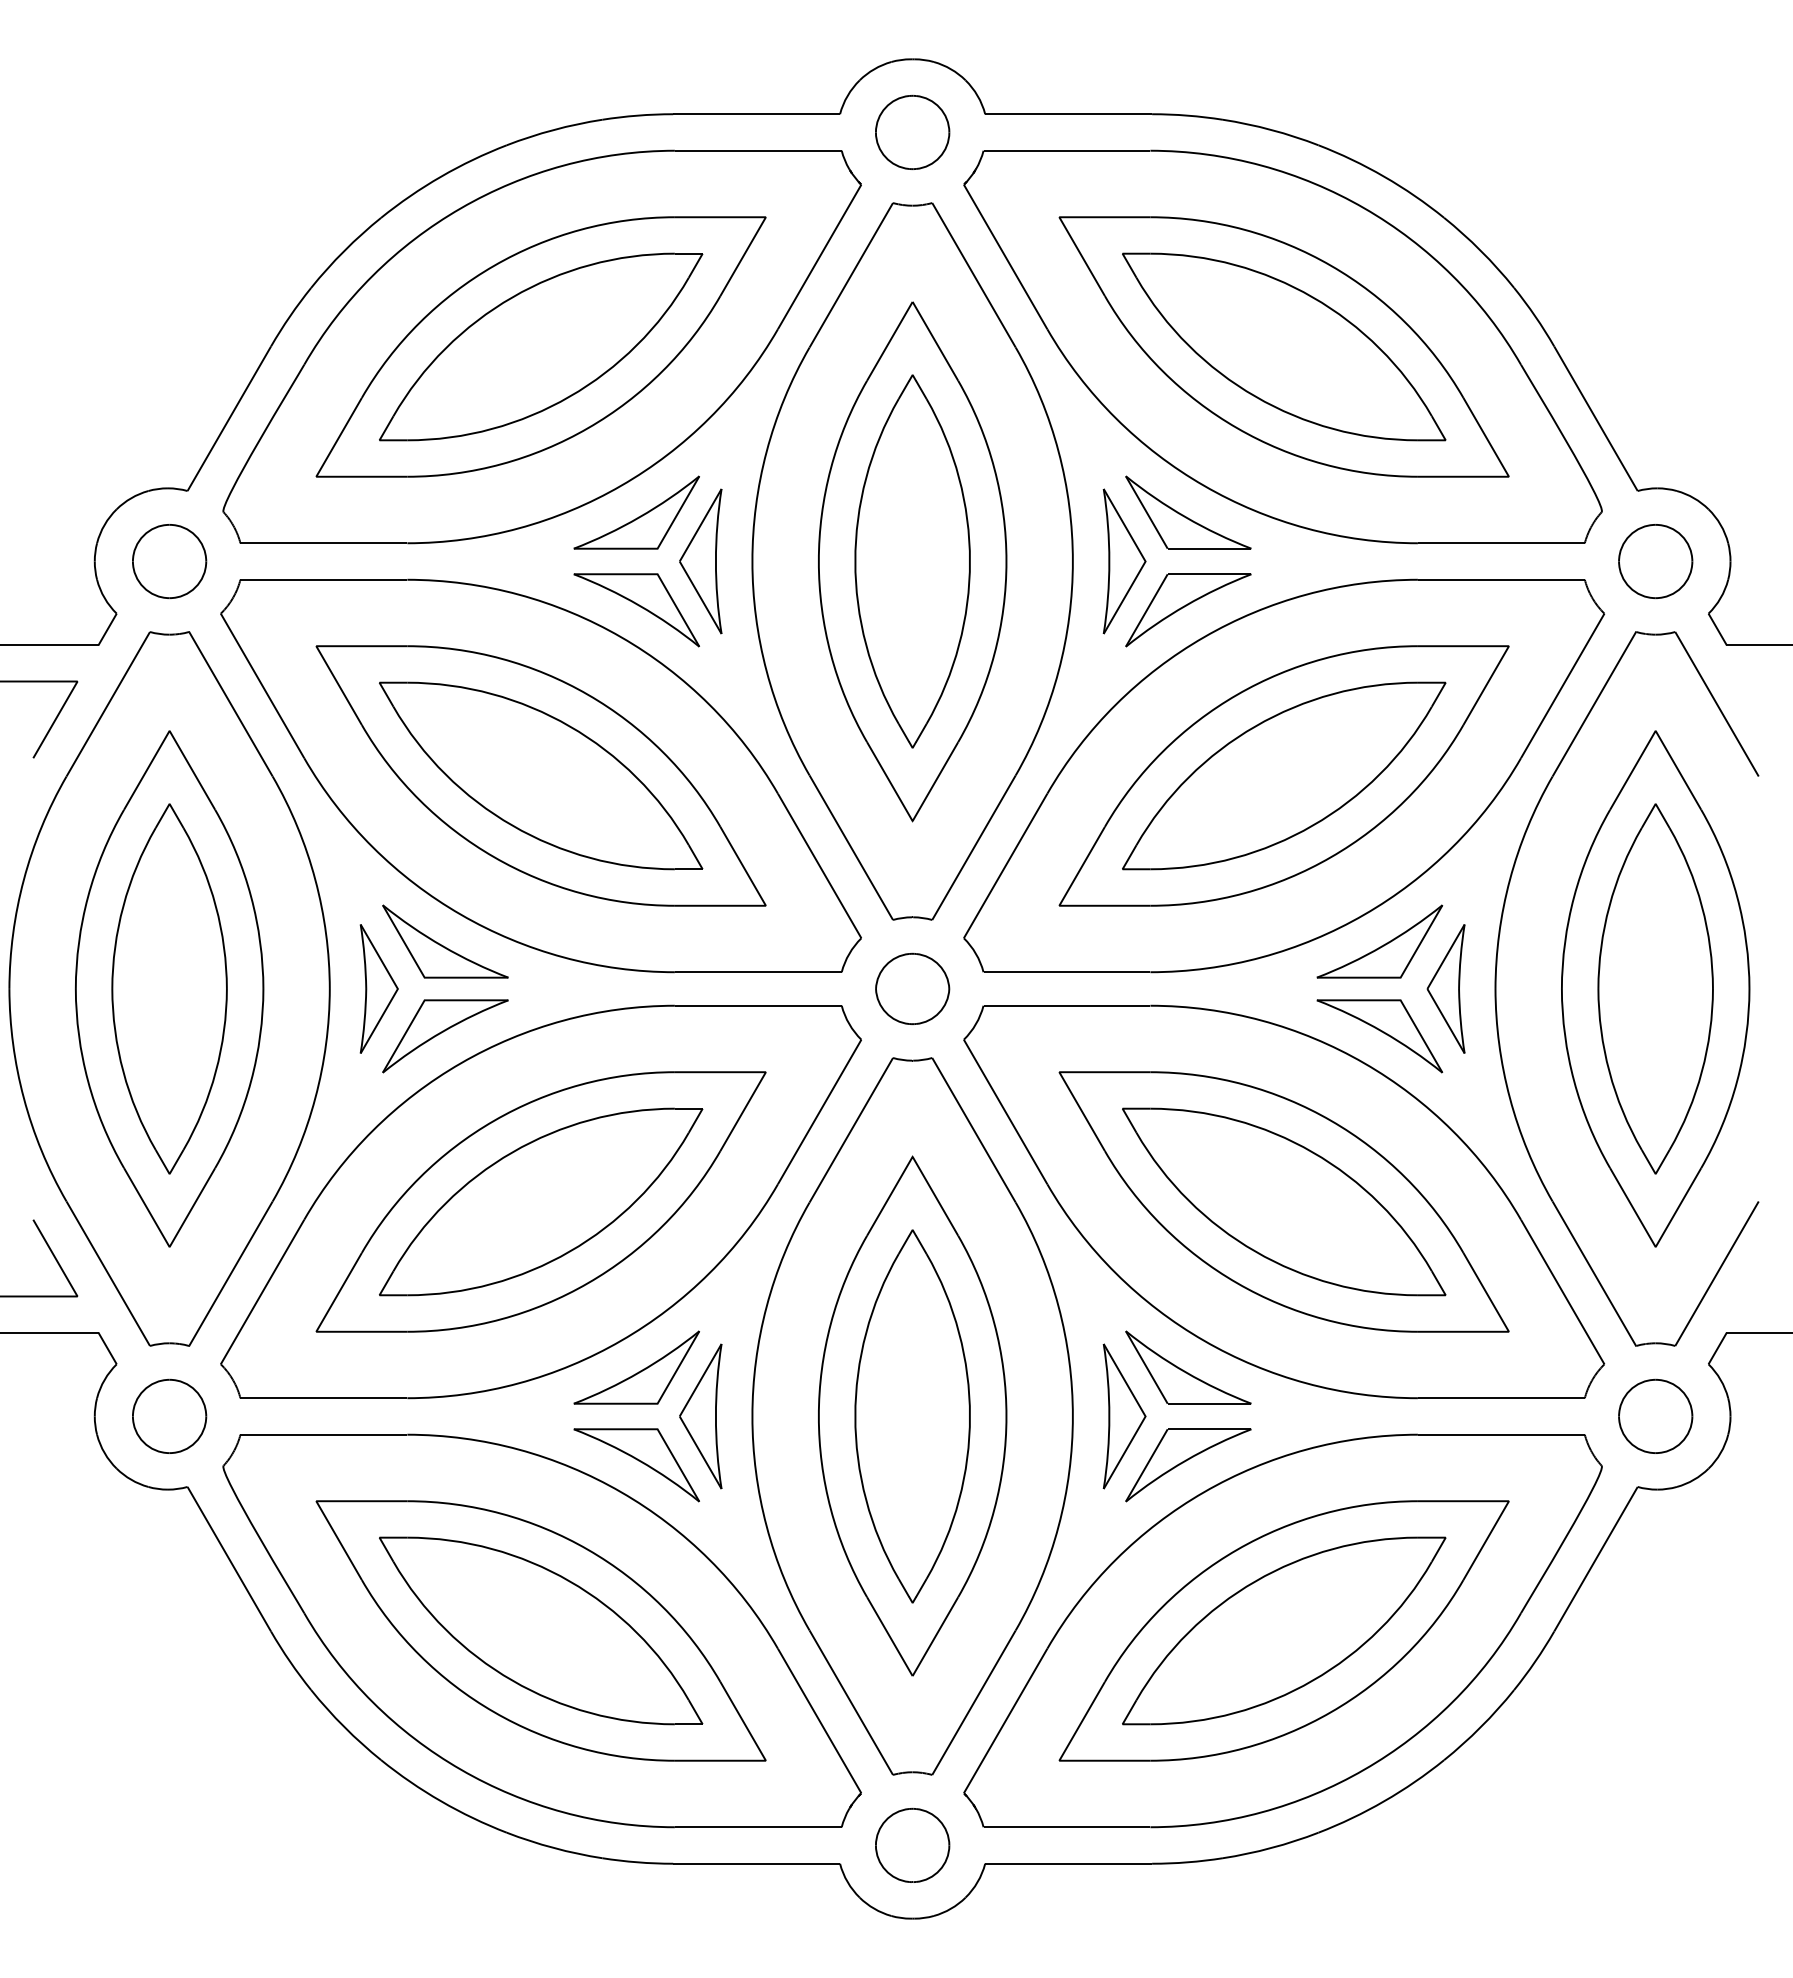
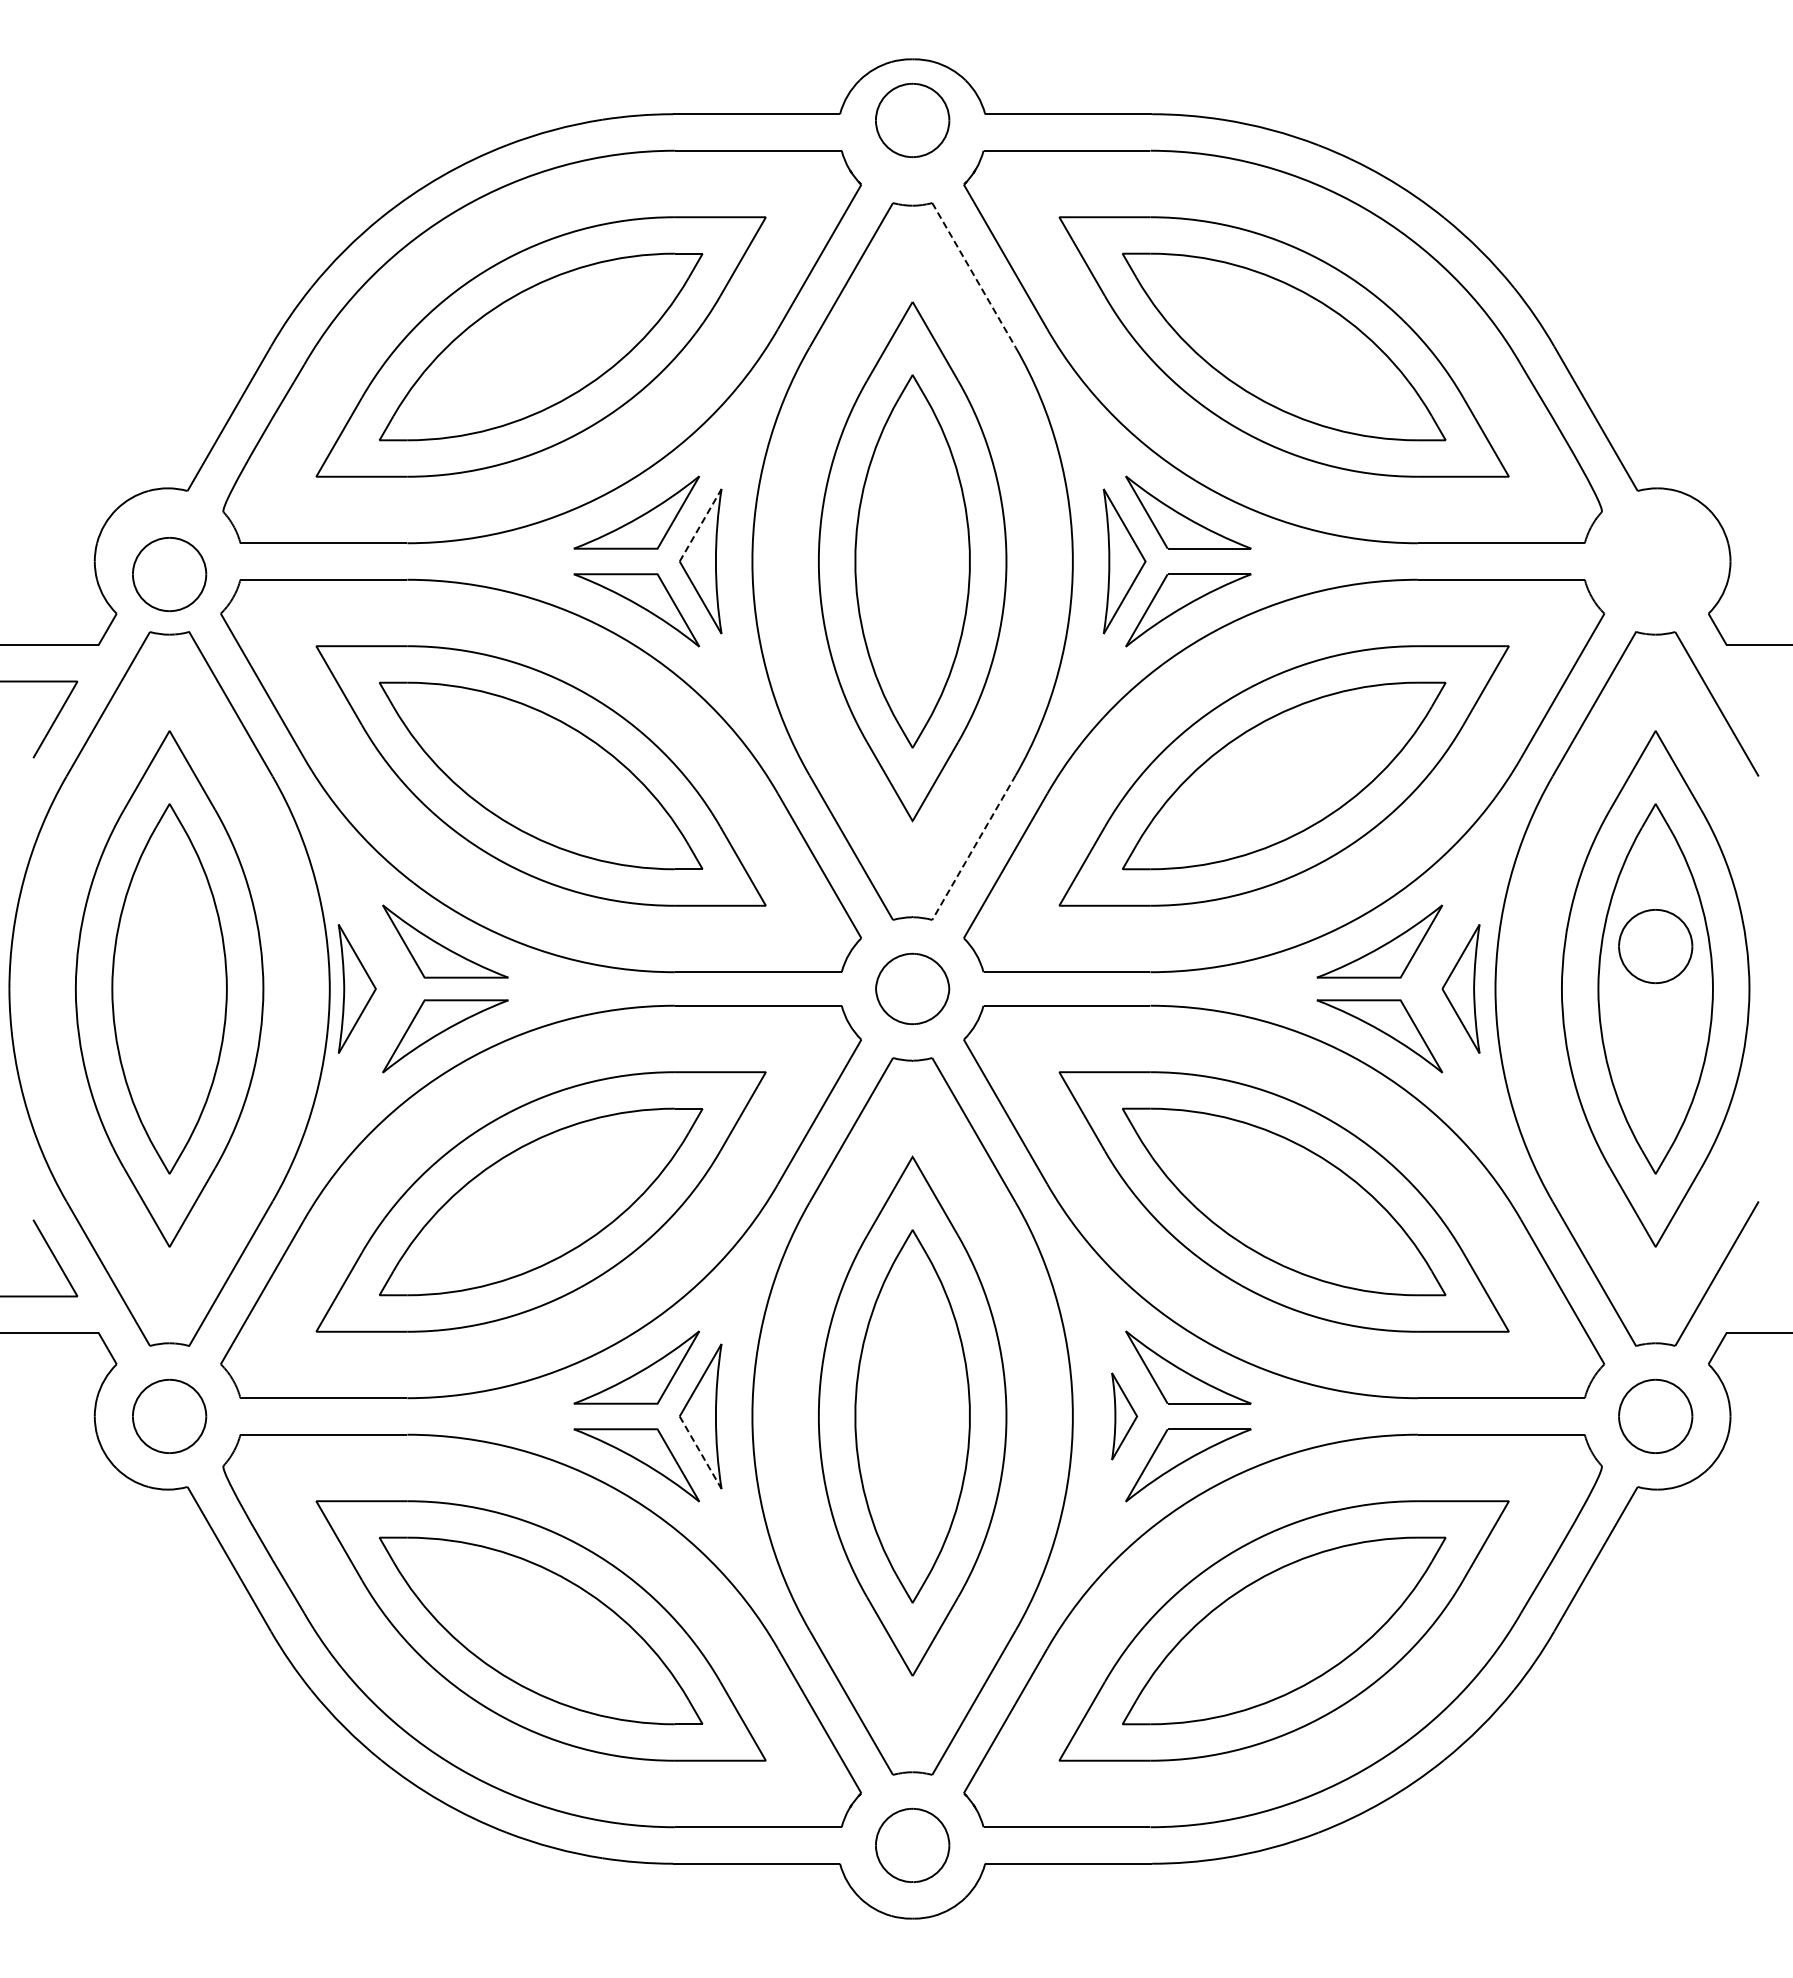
part at (912, 132) position: (912, 132) -> (912, 120)
line at (974, 275): solid -> dashed
line at (700, 525): solid -> dashed
part at (169, 561) position: (169, 561) -> (169, 574)
part at (1655, 561) position: (1655, 561) -> (1655, 946)
line at (973, 848): solid -> dashed
part at (378, 988) position: (378, 988) -> (356, 988)
part at (1445, 988) position: (1445, 988) -> (1460, 988)
part at (1124, 1416) size: 45x147 px -> 28x89 px
line at (700, 1452): solid -> dashed
